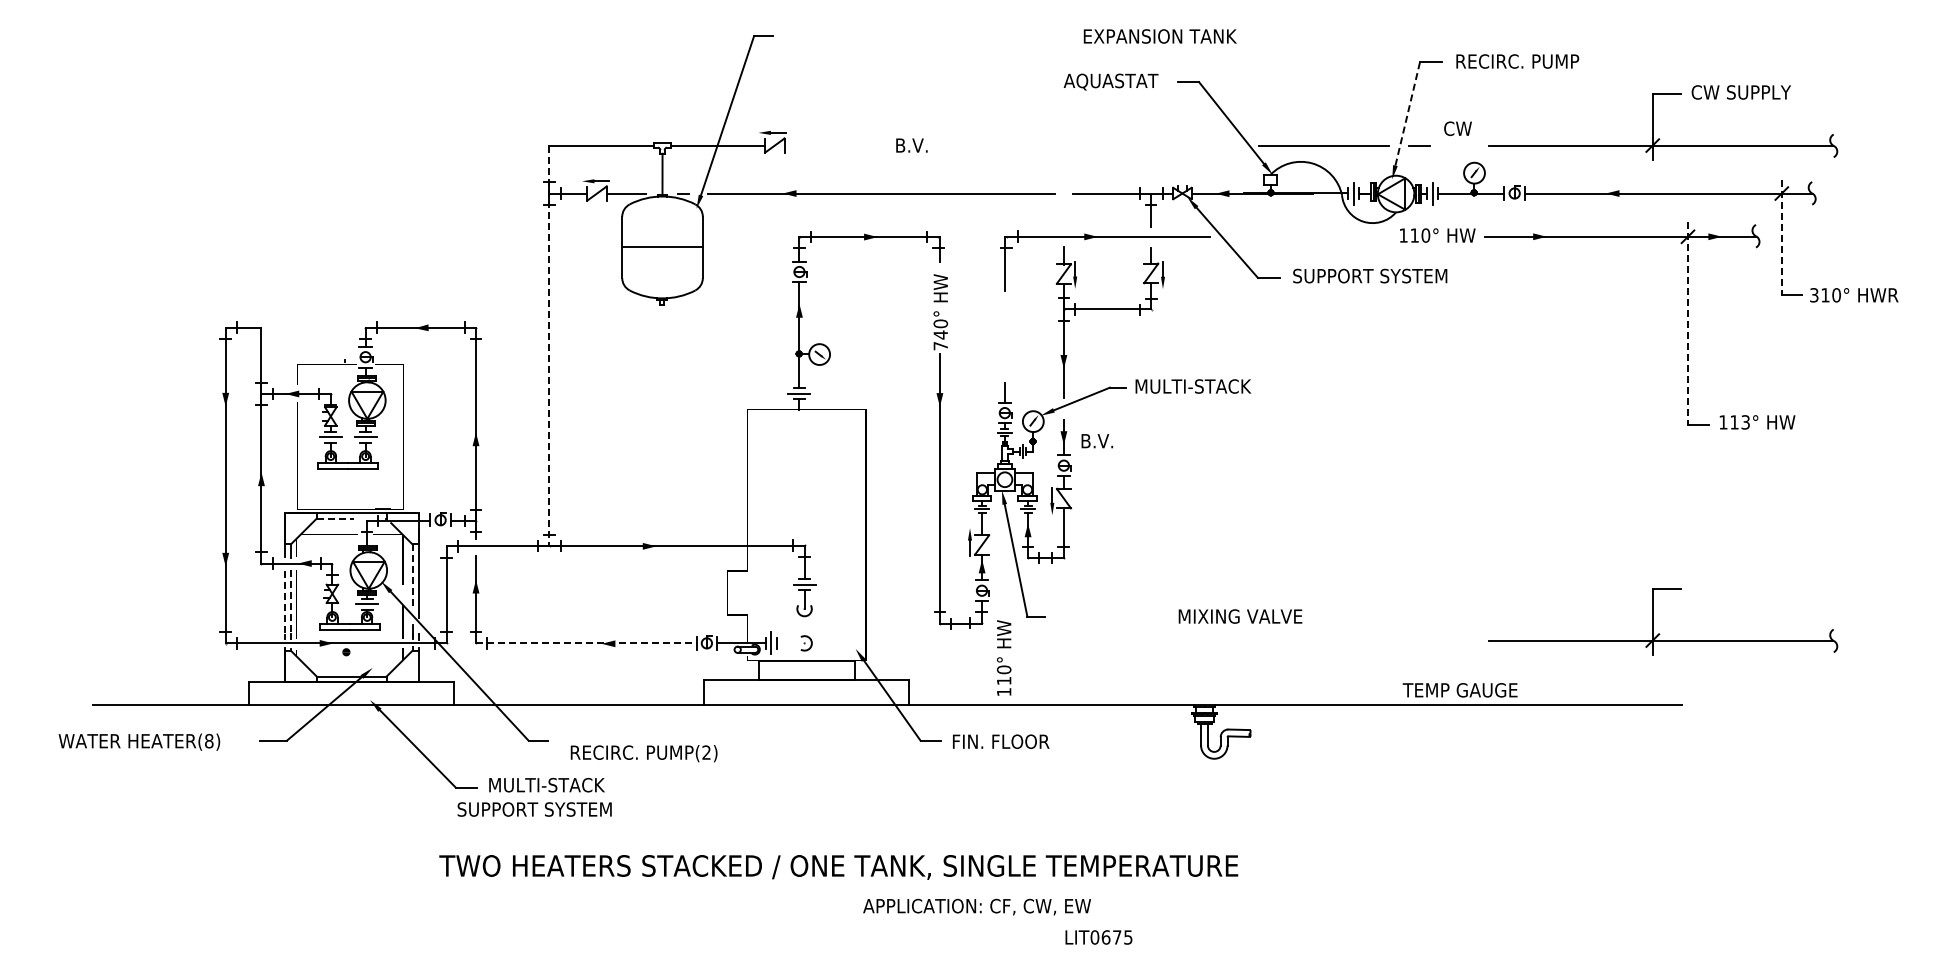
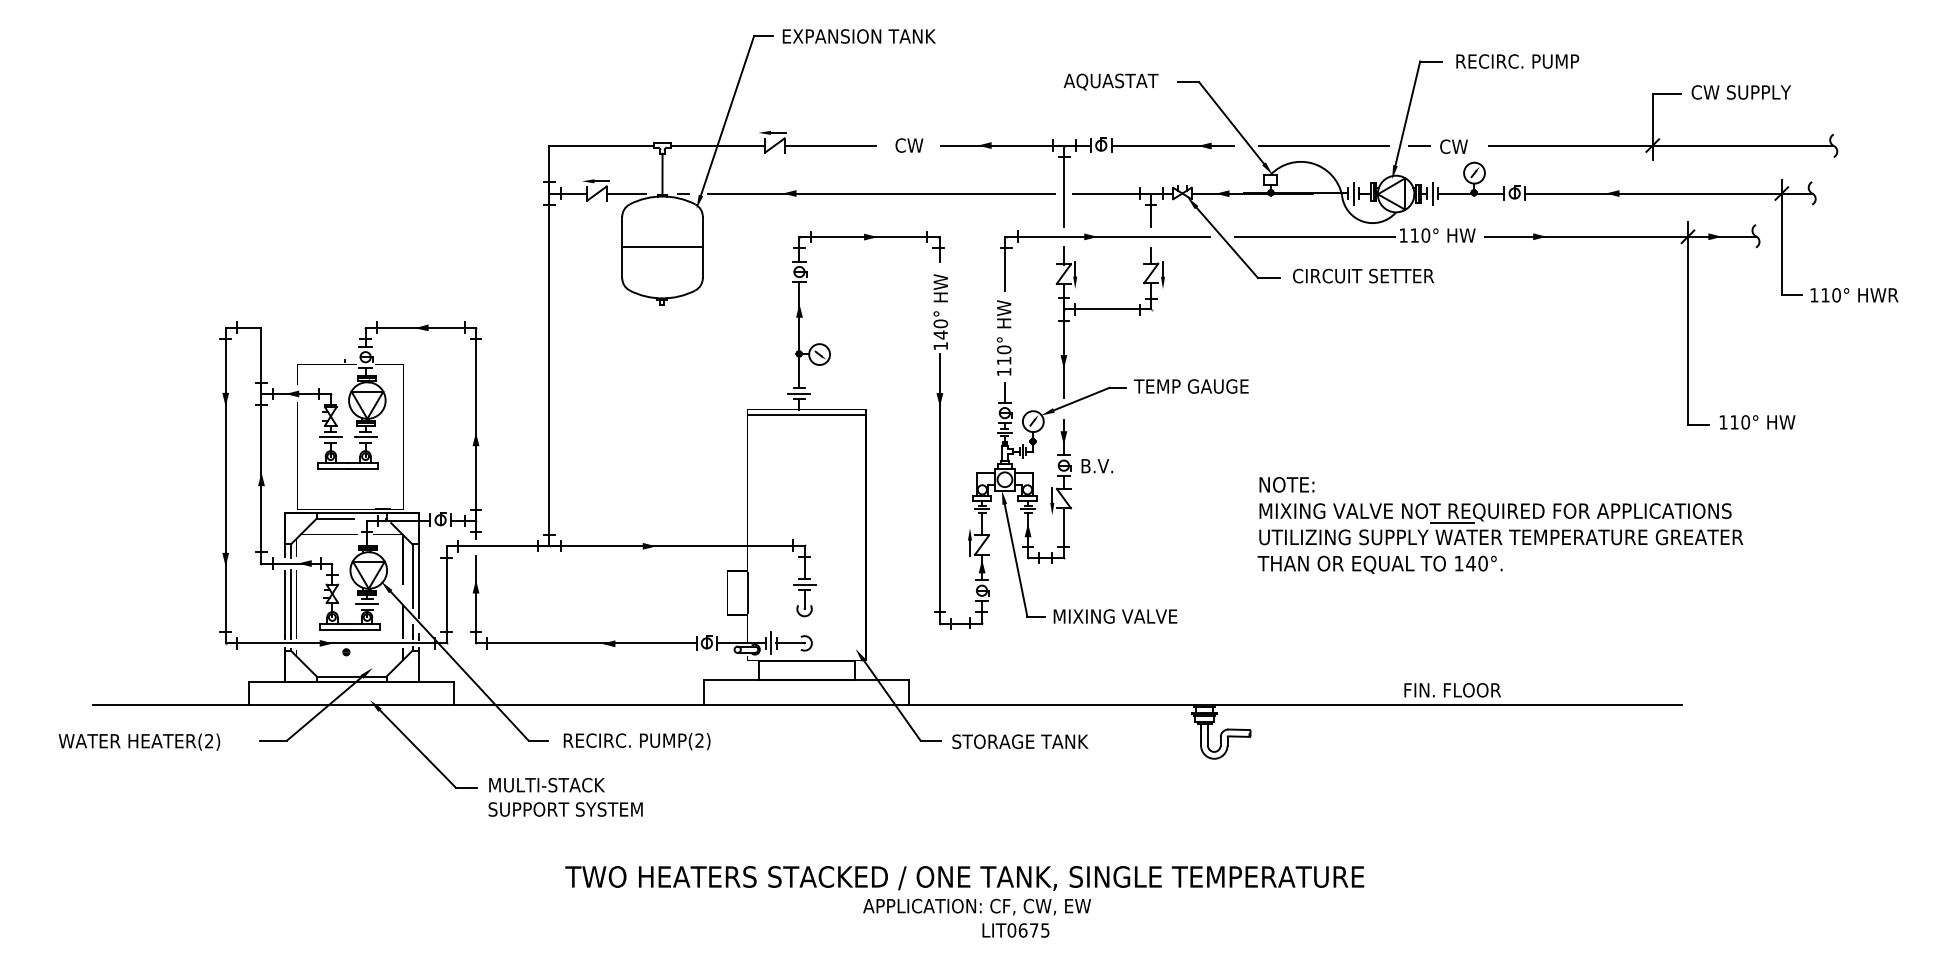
text at (1159, 36) position: (1159, 36) -> (858, 36)
line at (1407, 113): dashed -> solid
text at (1457, 128) position: (1457, 128) -> (1453, 146)
line at (830, 145): none -> present
text at (911, 145): B.V. -> CW
part at (1064, 182): none -> present
line at (1315, 236): none -> present
line at (1781, 237): dashed -> solid
text at (1370, 275): SUPPORT SYSTEM -> CIRCUIT SETTER
text at (1814, 295): 310° -> 110°
line at (1687, 323): dashed -> solid
line at (549, 346): dashed -> solid
text at (940, 346): 740° -> 140°
text at (1192, 386): MULTI-STACK -> TEMP GAUGE
line at (806, 414): none -> present
text at (1745, 422): 113° -> 110°
text at (1096, 441) position: (1096, 441) -> (1096, 466)
line at (335, 518): dashed -> solid
part at (1500, 525): none -> present
line at (412, 576): dashed -> solid
line at (747, 592): none -> present
line at (290, 602): dashed -> solid
line at (284, 604): dashed -> solid
text at (1240, 616) position: (1240, 616) -> (1115, 616)
part at (1653, 621): present -> none
line at (586, 643): dashed -> solid
line at (790, 643): none -> present
text at (1004, 657) position: (1004, 657) -> (1004, 337)
text at (1459, 690): TEMP GAUGE -> FIN. FLOOR
text at (209, 741): HEATER(8) -> HEATER(2)
text at (1020, 741): FIN. FLOOR -> STORAGE TANK
text at (643, 753) position: (643, 753) -> (636, 741)
text at (534, 809) position: (534, 809) -> (565, 809)
text at (838, 867) position: (838, 867) -> (964, 878)
text at (1098, 937) position: (1098, 937) -> (1015, 930)
